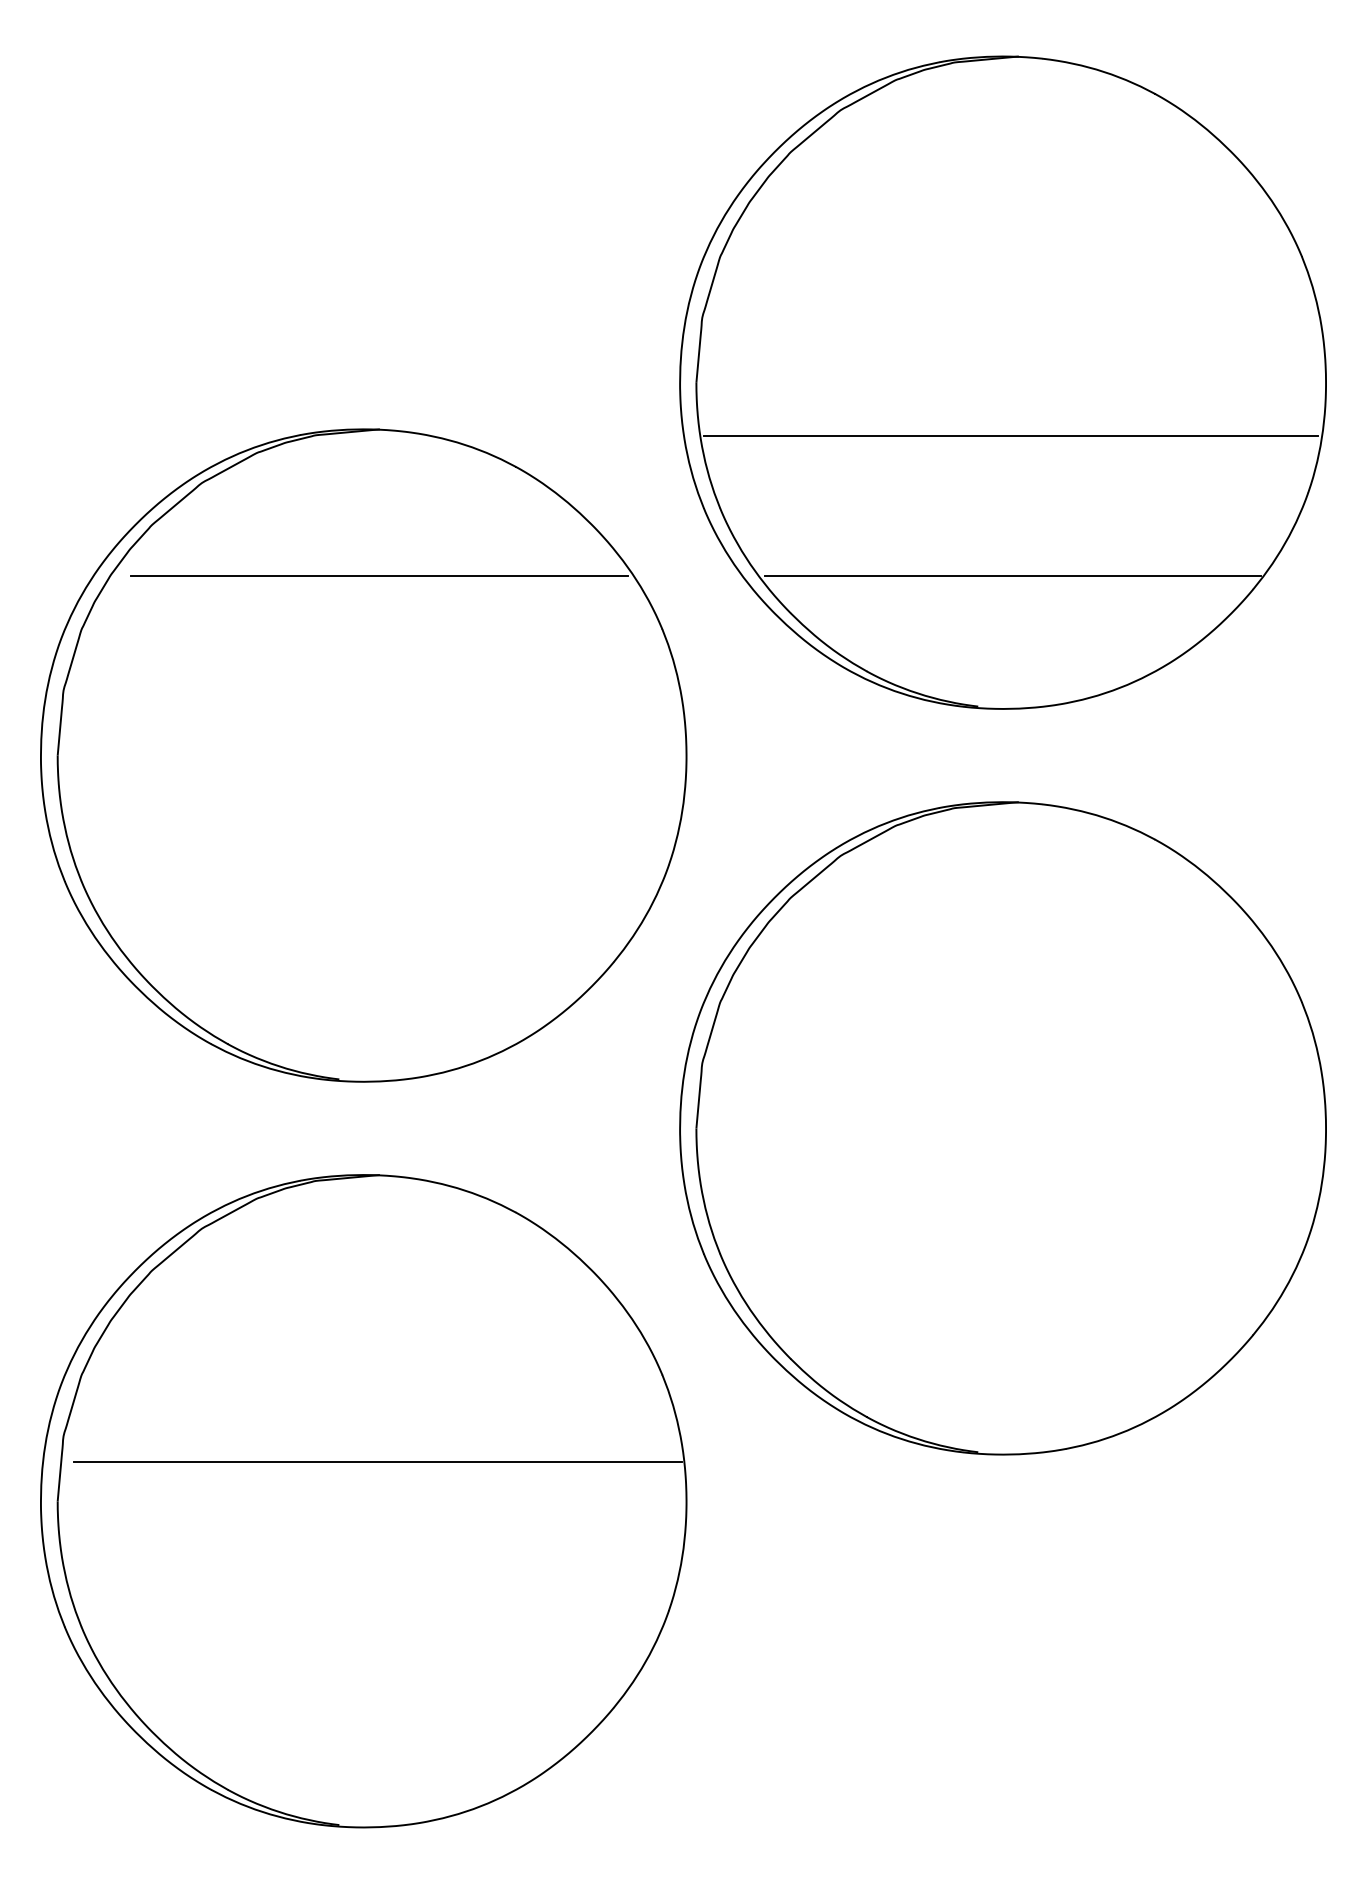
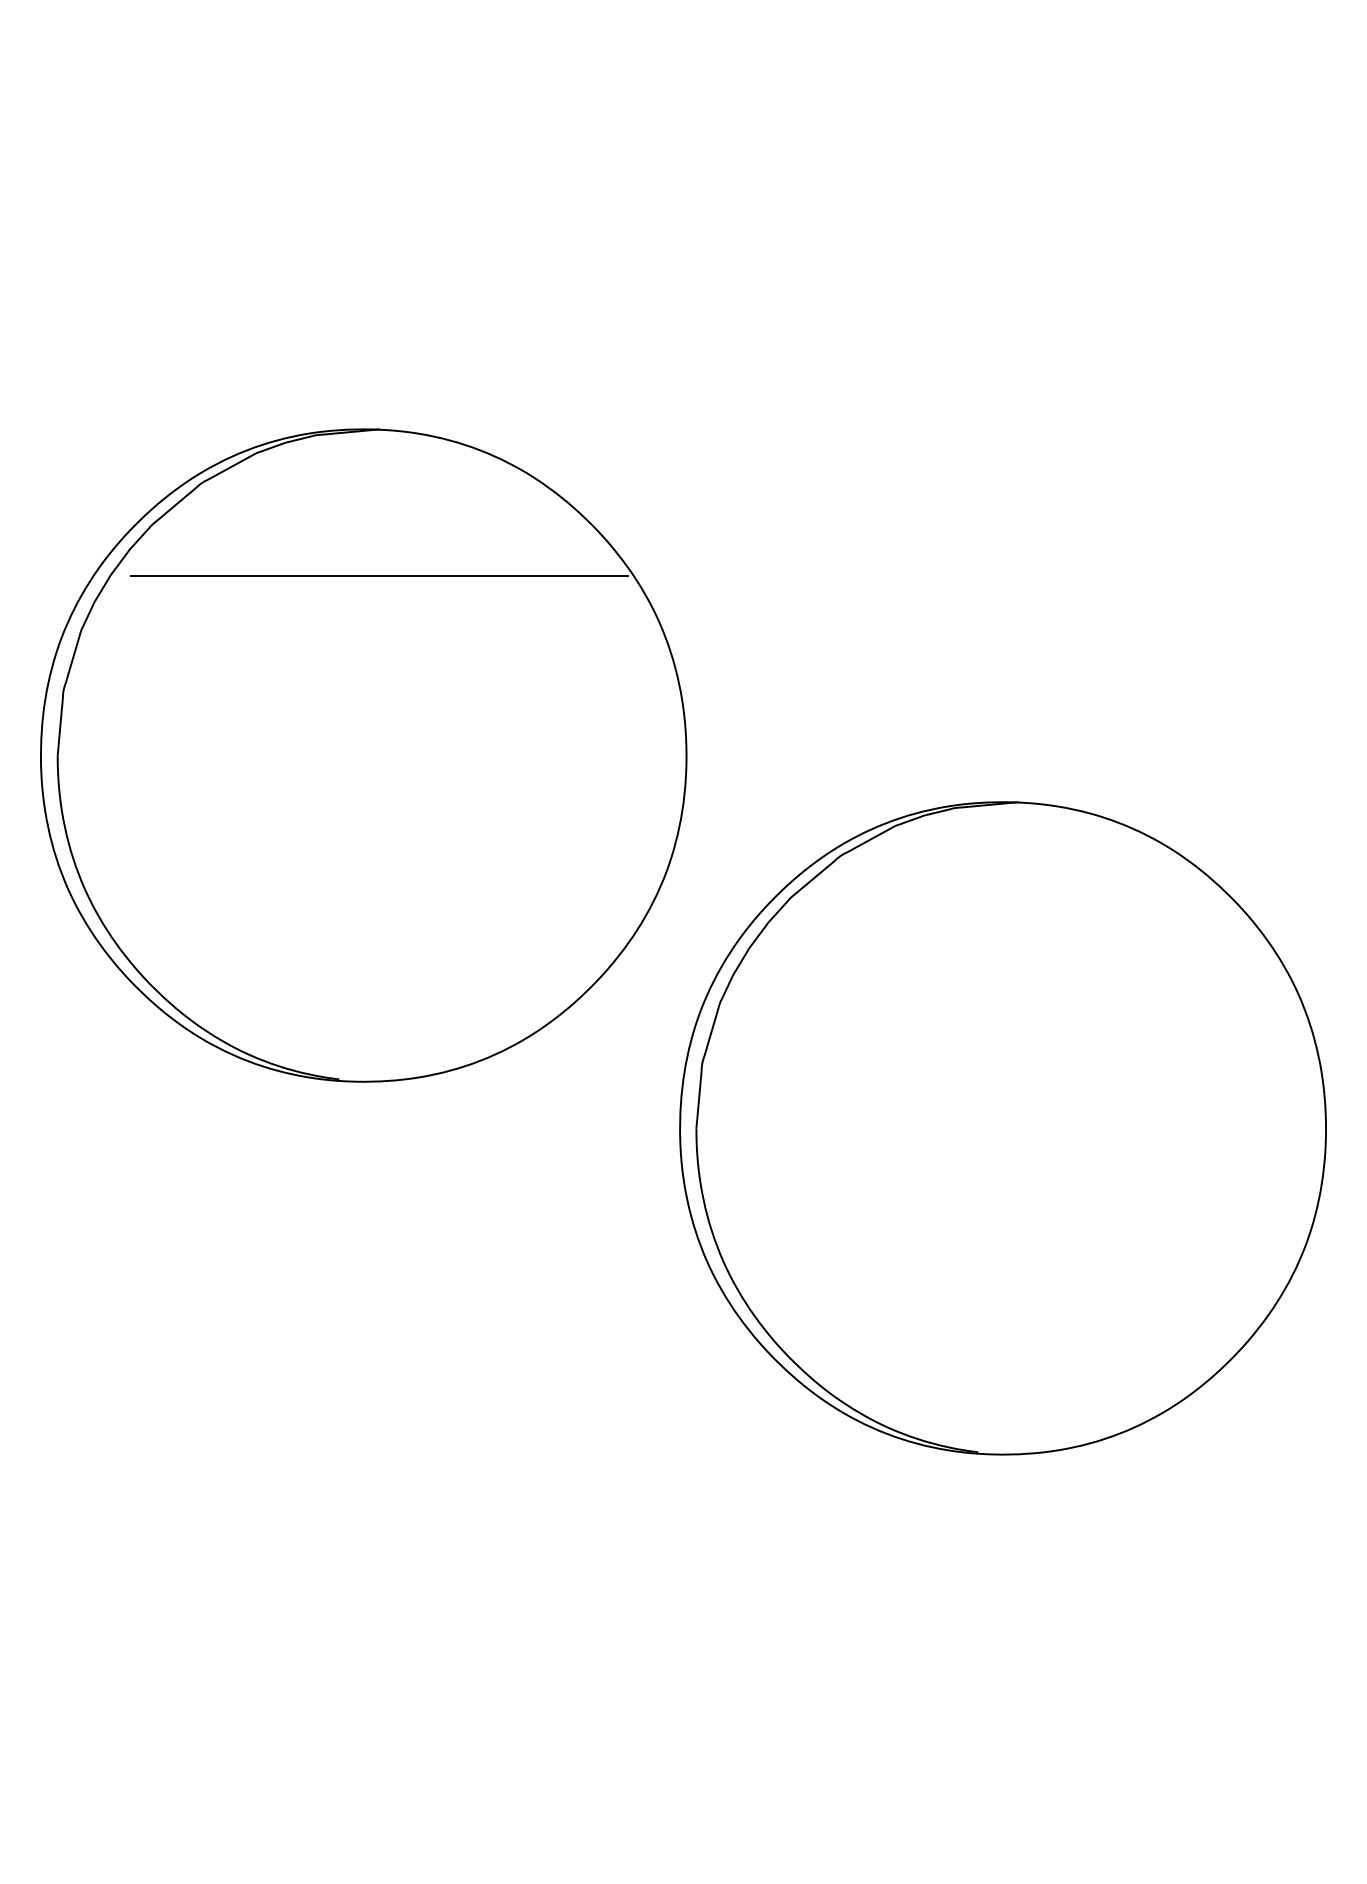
part at (1002, 382): present -> none
part at (363, 1501): present -> none
